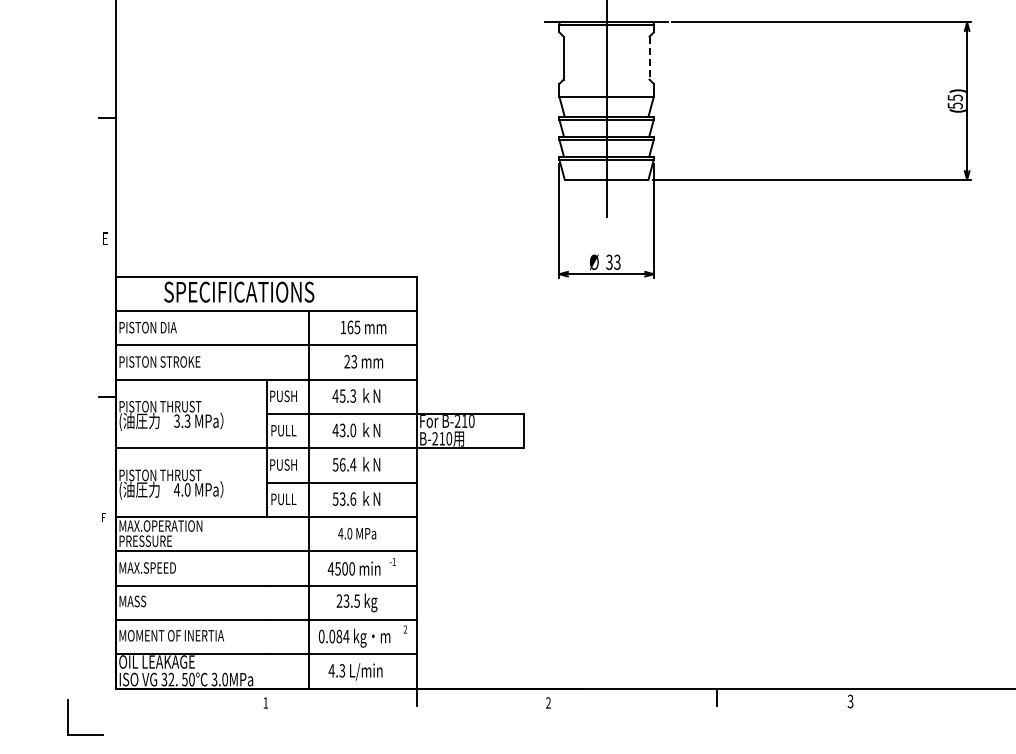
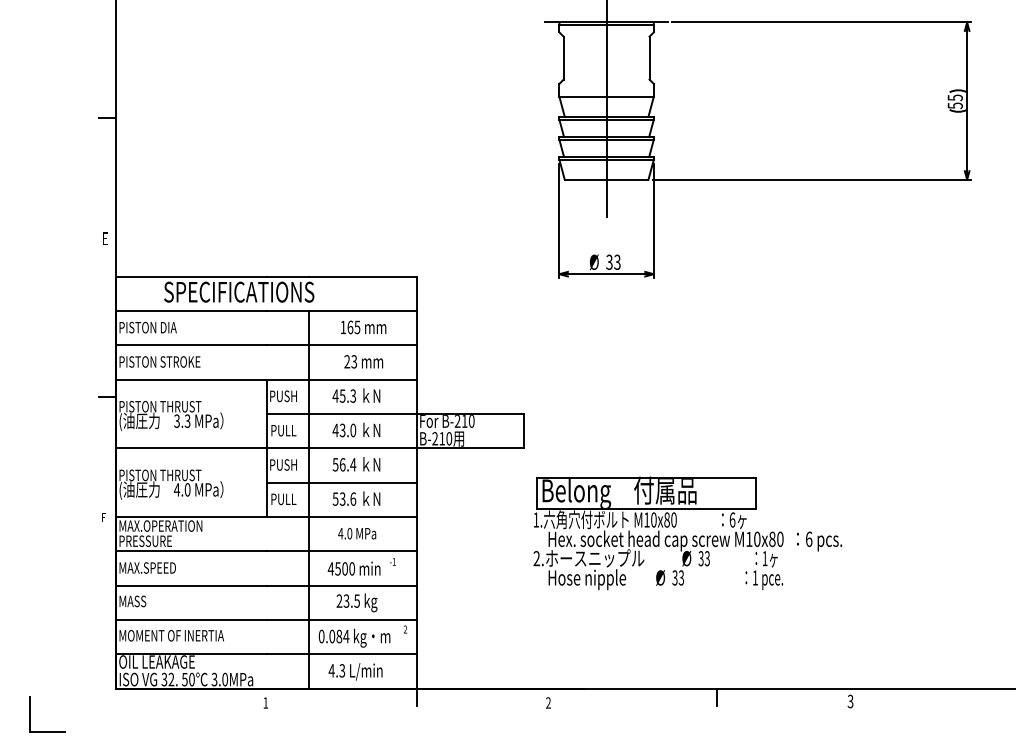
line at (649, 58): dashed -> solid
part at (687, 533): none -> present
part at (68, 717) position: (68, 717) -> (30, 714)
